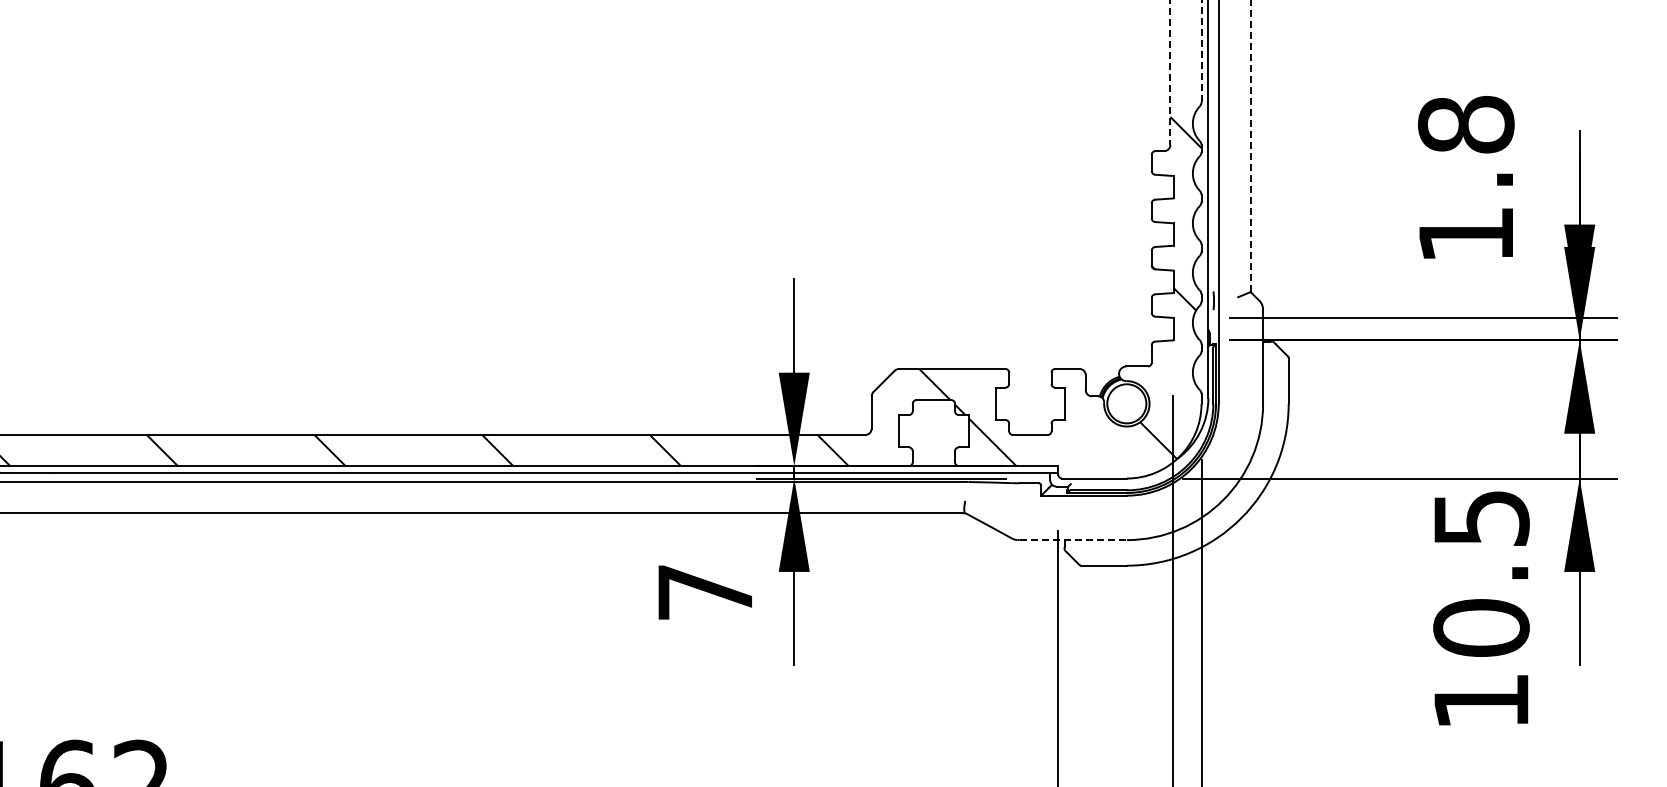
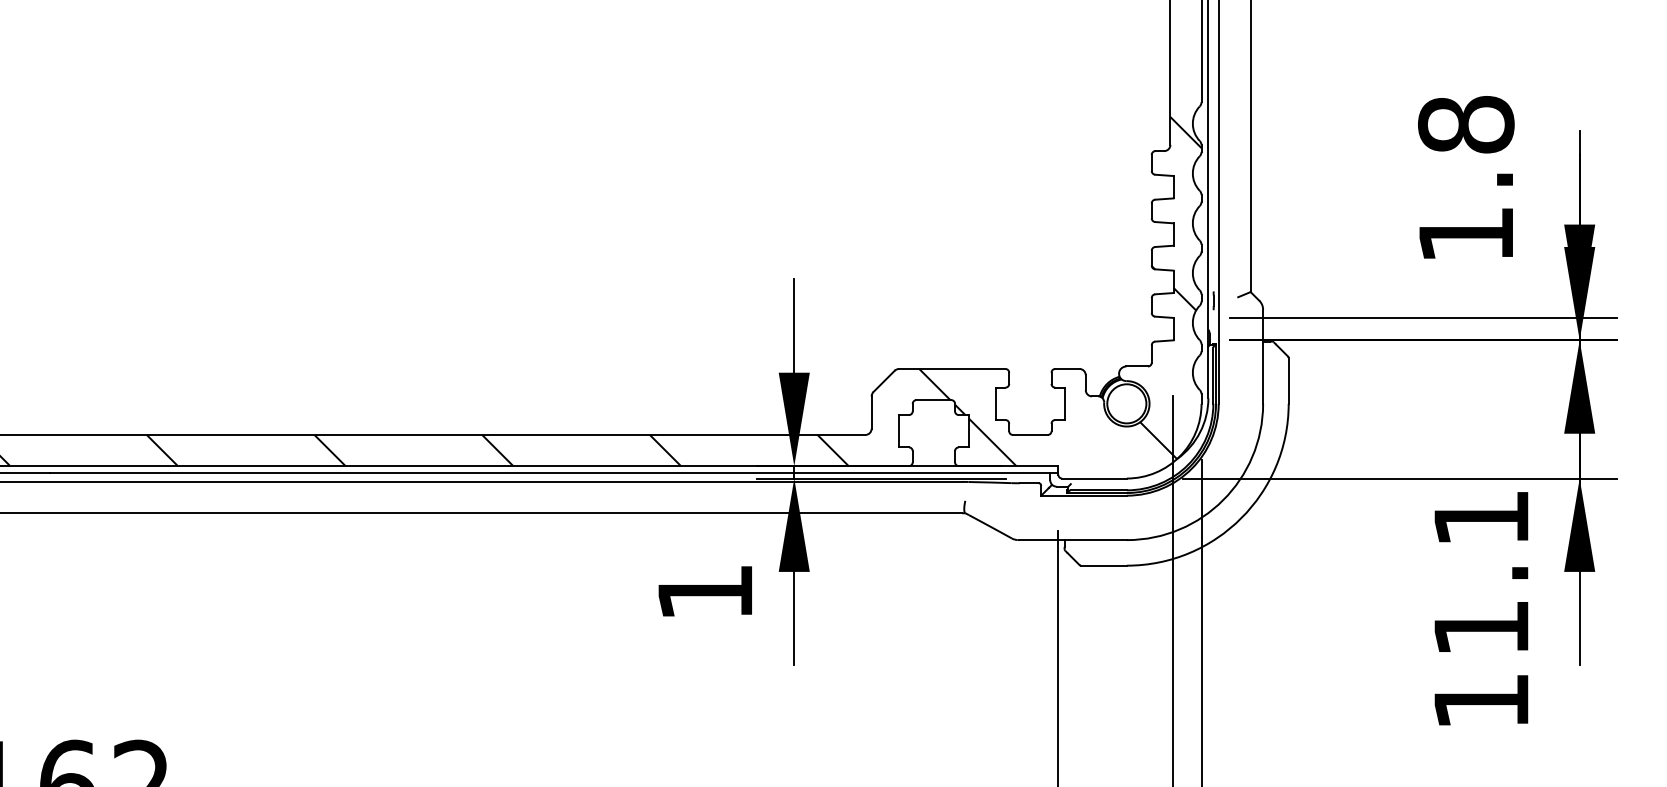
line at (1201, 51): dashed -> solid
line at (1170, 73): dashed -> solid
line at (1250, 146): dashed -> solid
line at (1073, 540): dashed -> solid
text at (1481, 573): 10.5 -> 11.1
text at (704, 592): 7 -> 1
